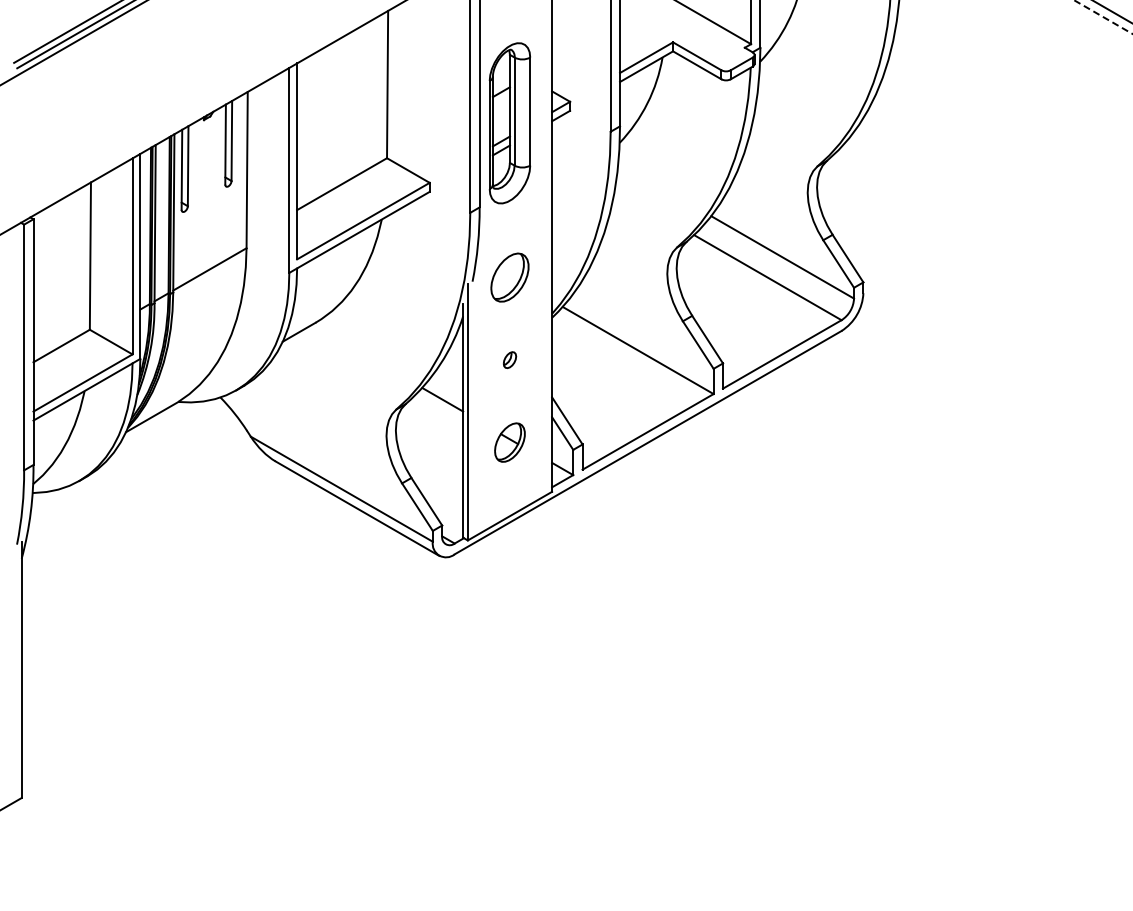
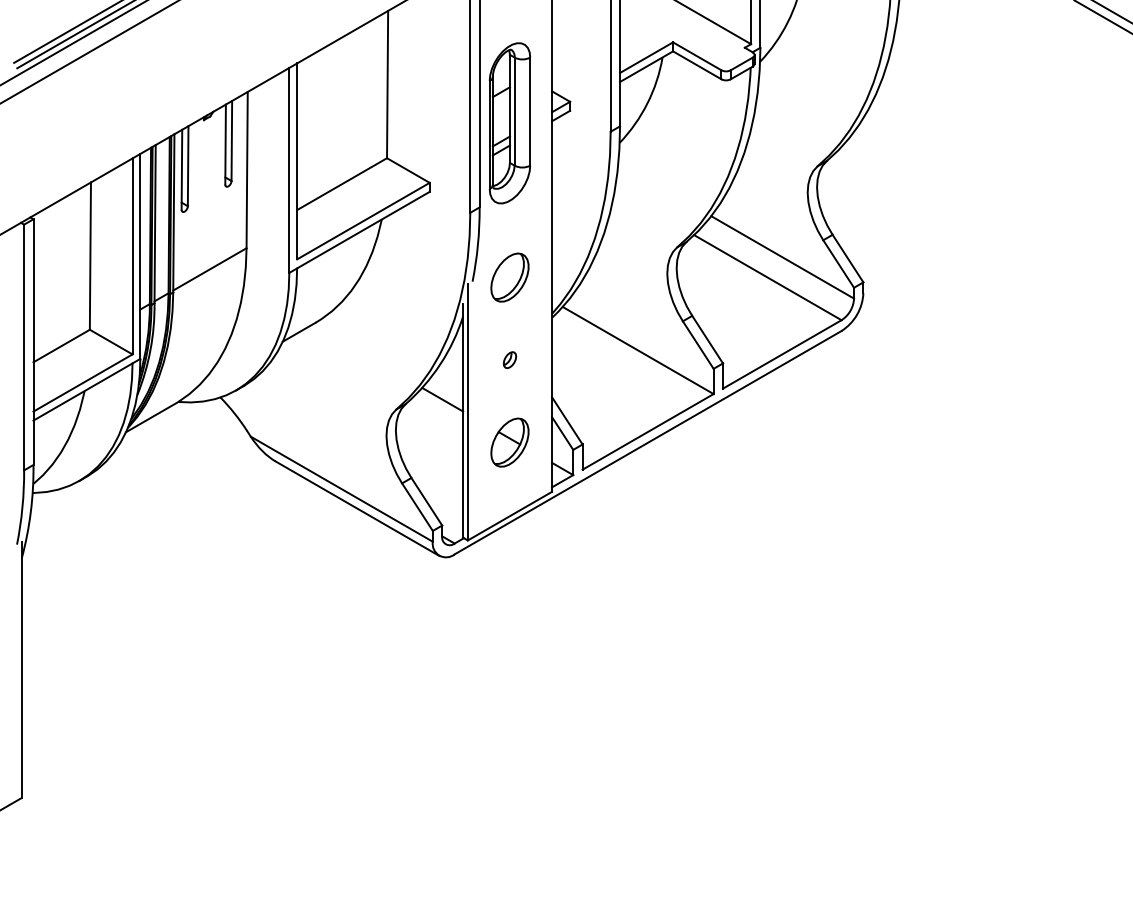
line at (1103, 17): dashed -> solid
line at (88, 52): none -> present
part at (509, 442) size: 32x41 px -> 40x51 px
